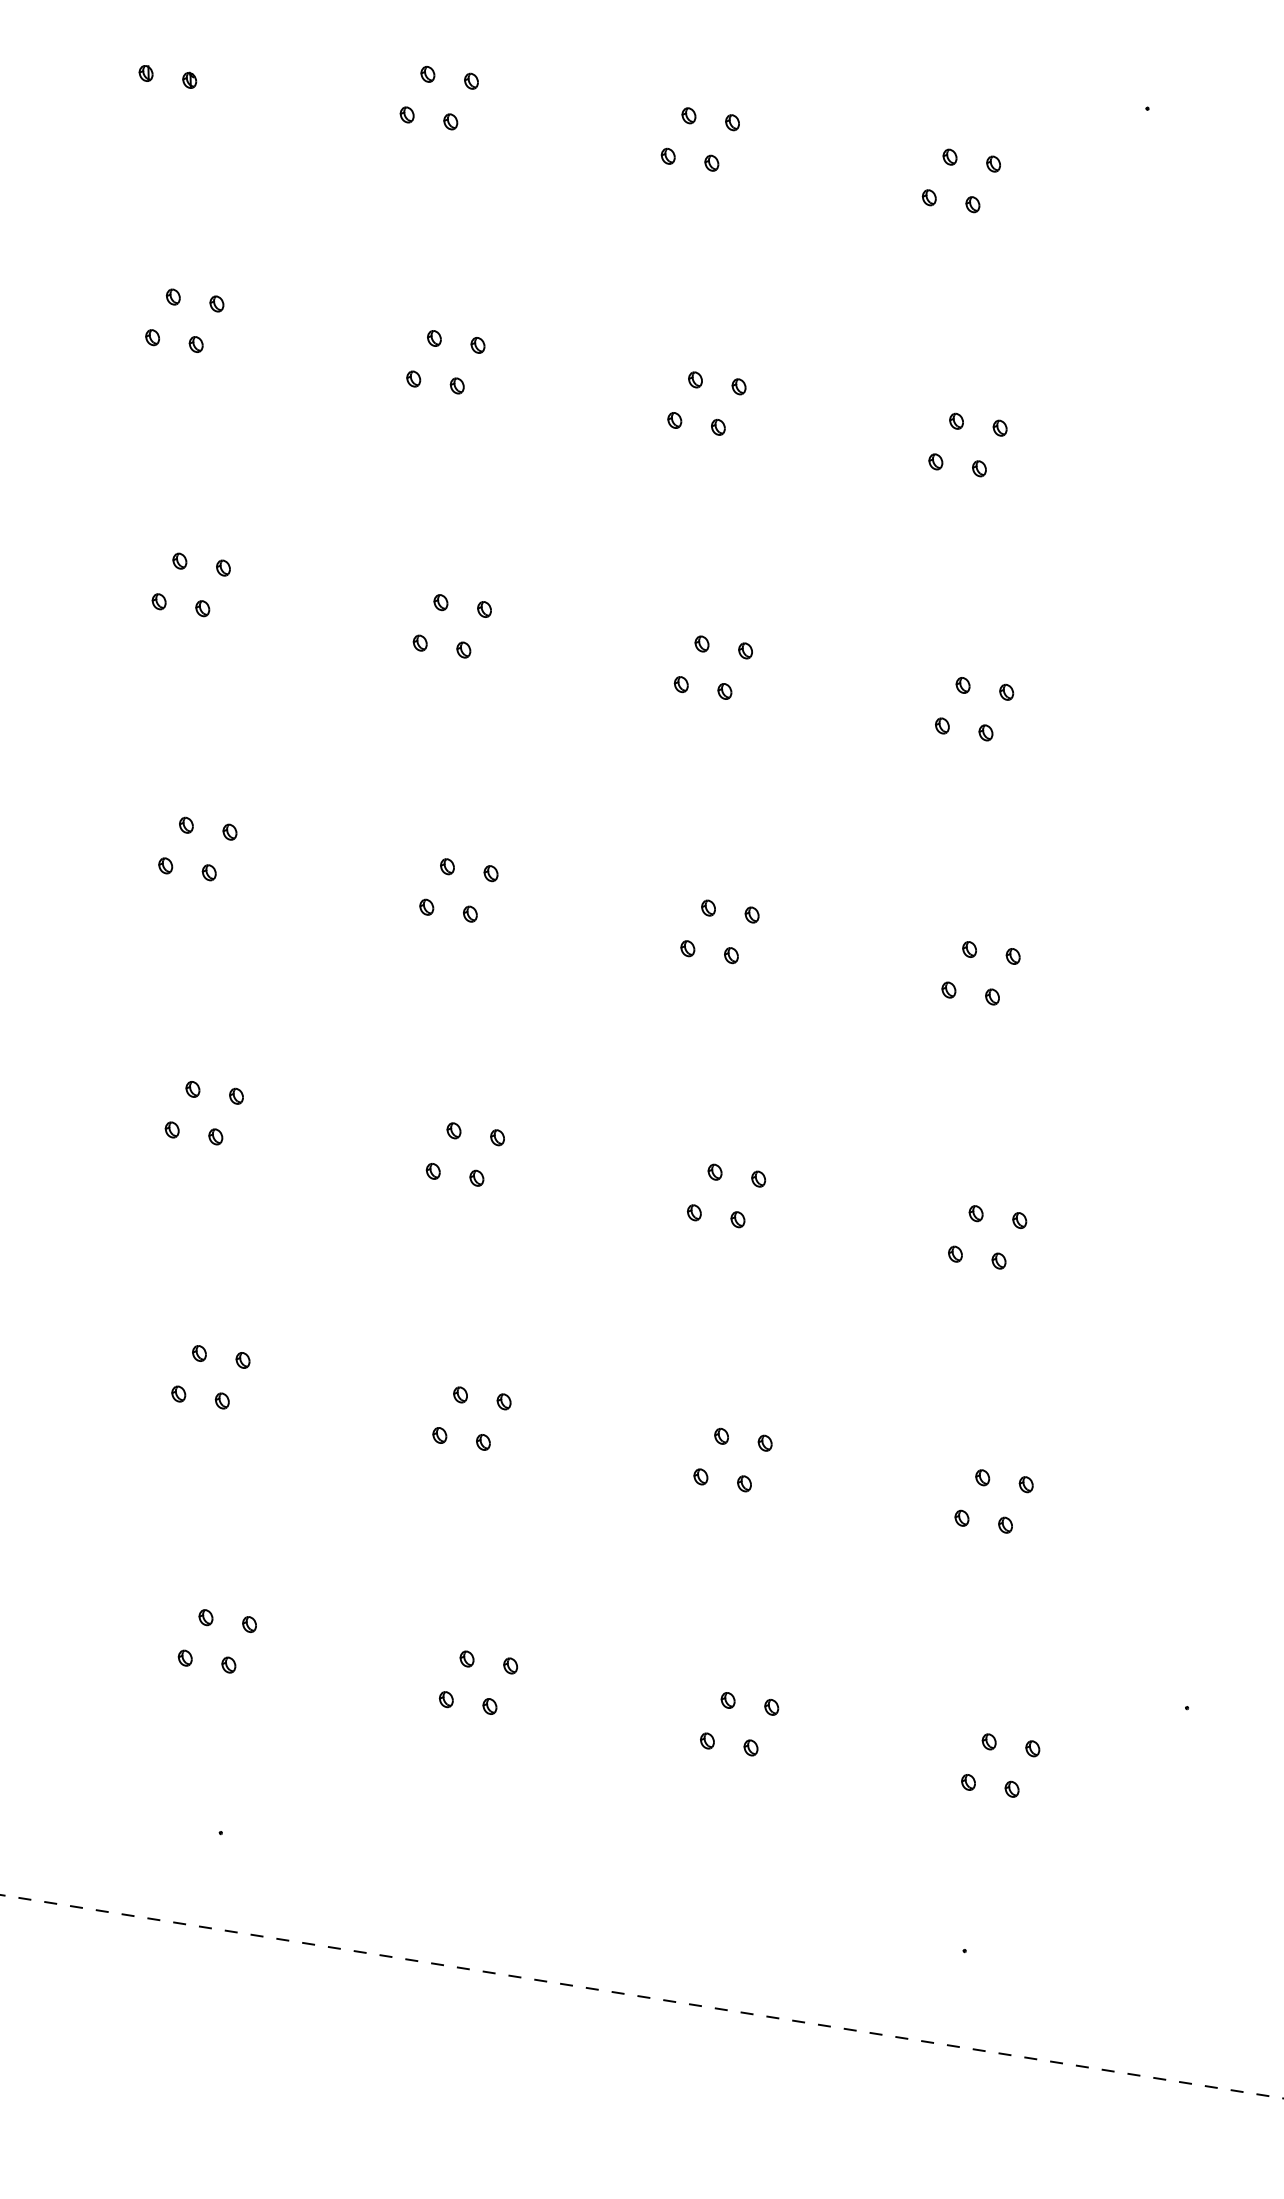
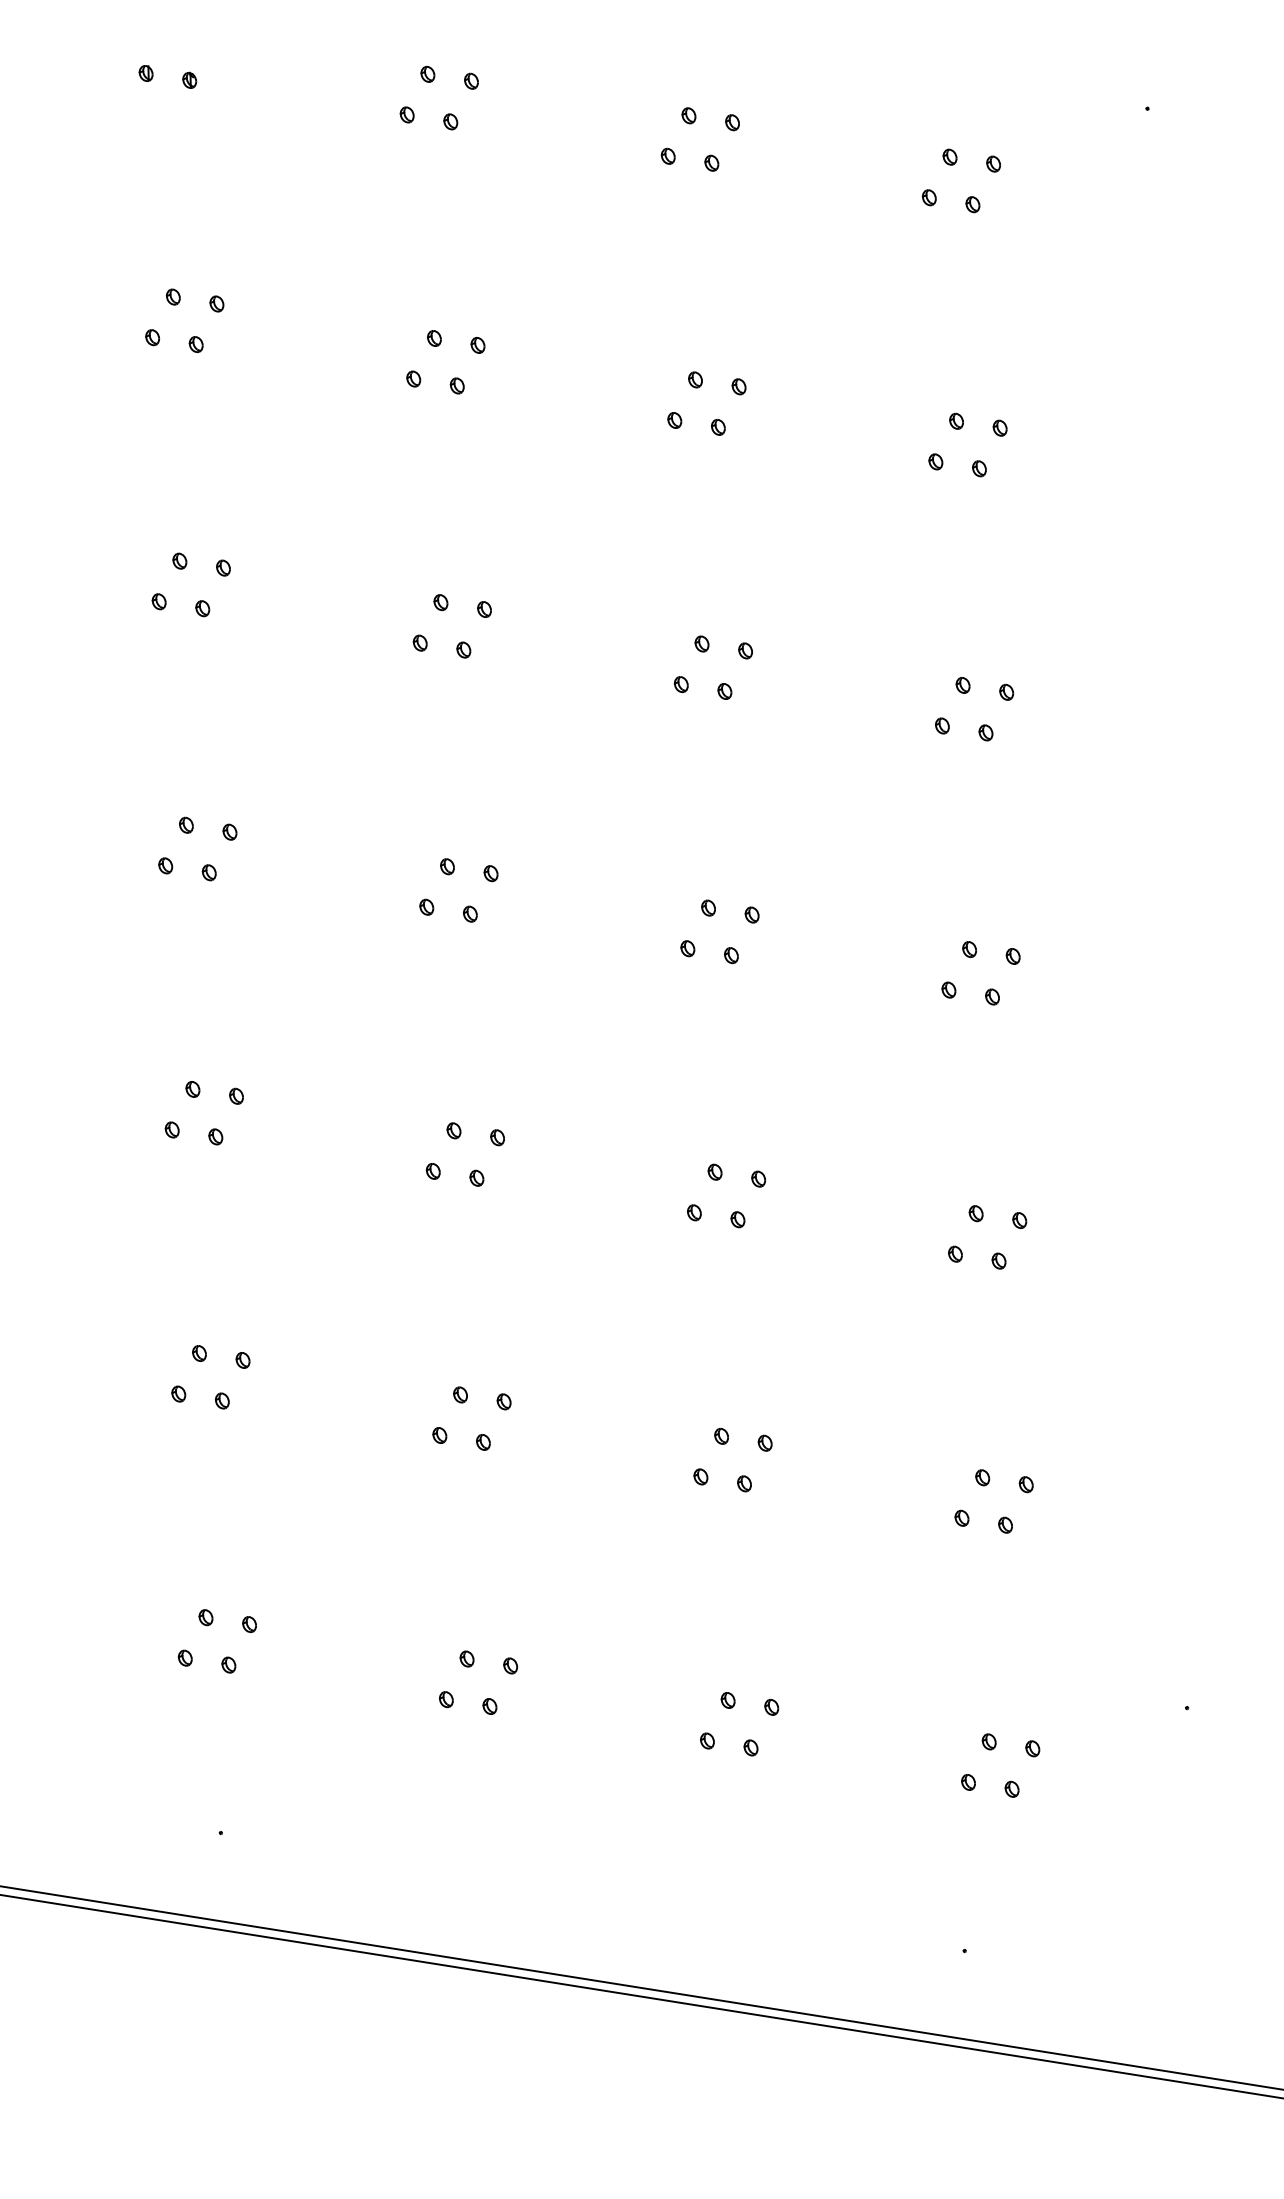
line at (641, 1987): none -> present
line at (641, 1996): dashed -> solid
